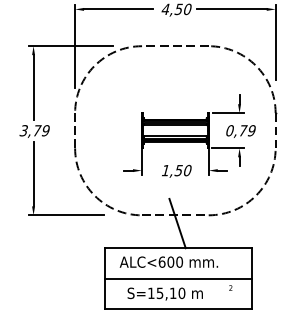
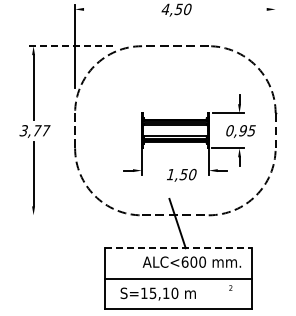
line at (118, 9): present -> none
line at (231, 9): present -> none
line at (275, 42): present -> none
line at (70, 46): solid -> dashed
text at (45, 130): 3,79 -> 3,77
text at (247, 130): 0,79 -> 0,95
text at (176, 170) position: (176, 170) -> (181, 174)
line at (66, 215): present -> none
line at (178, 248): solid -> dashed
text at (168, 261) position: (168, 261) -> (191, 261)
text at (164, 293) position: (164, 293) -> (157, 293)
